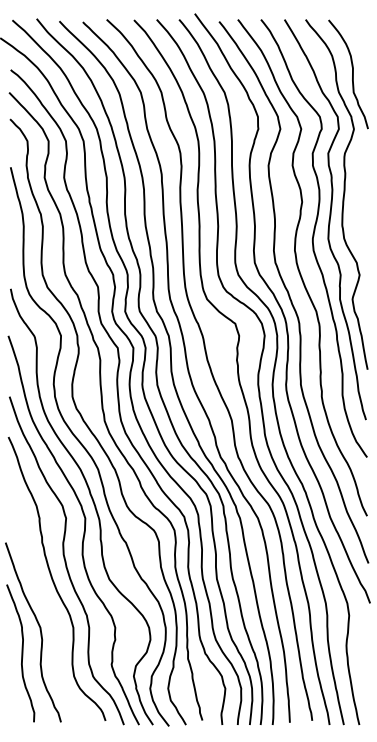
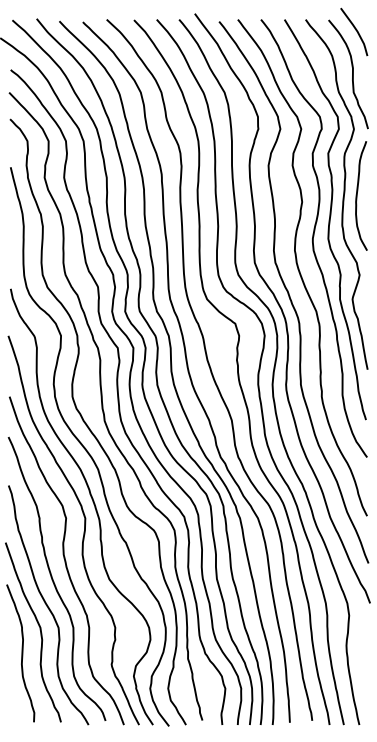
curve at (355, 30): none -> present
curve at (357, 195): none -> present
curve at (48, 605): none -> present
